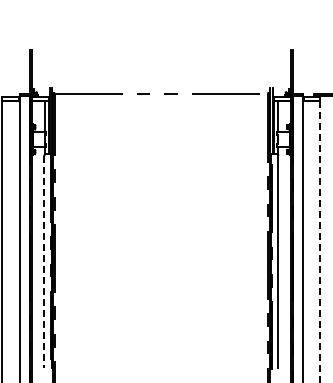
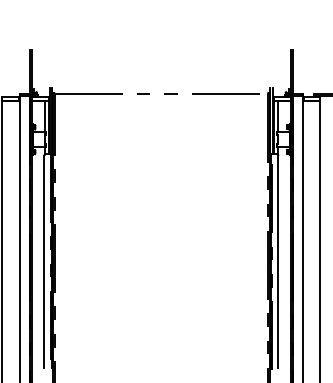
line at (320, 241): dashed -> solid
line at (44, 261): dashed -> solid
